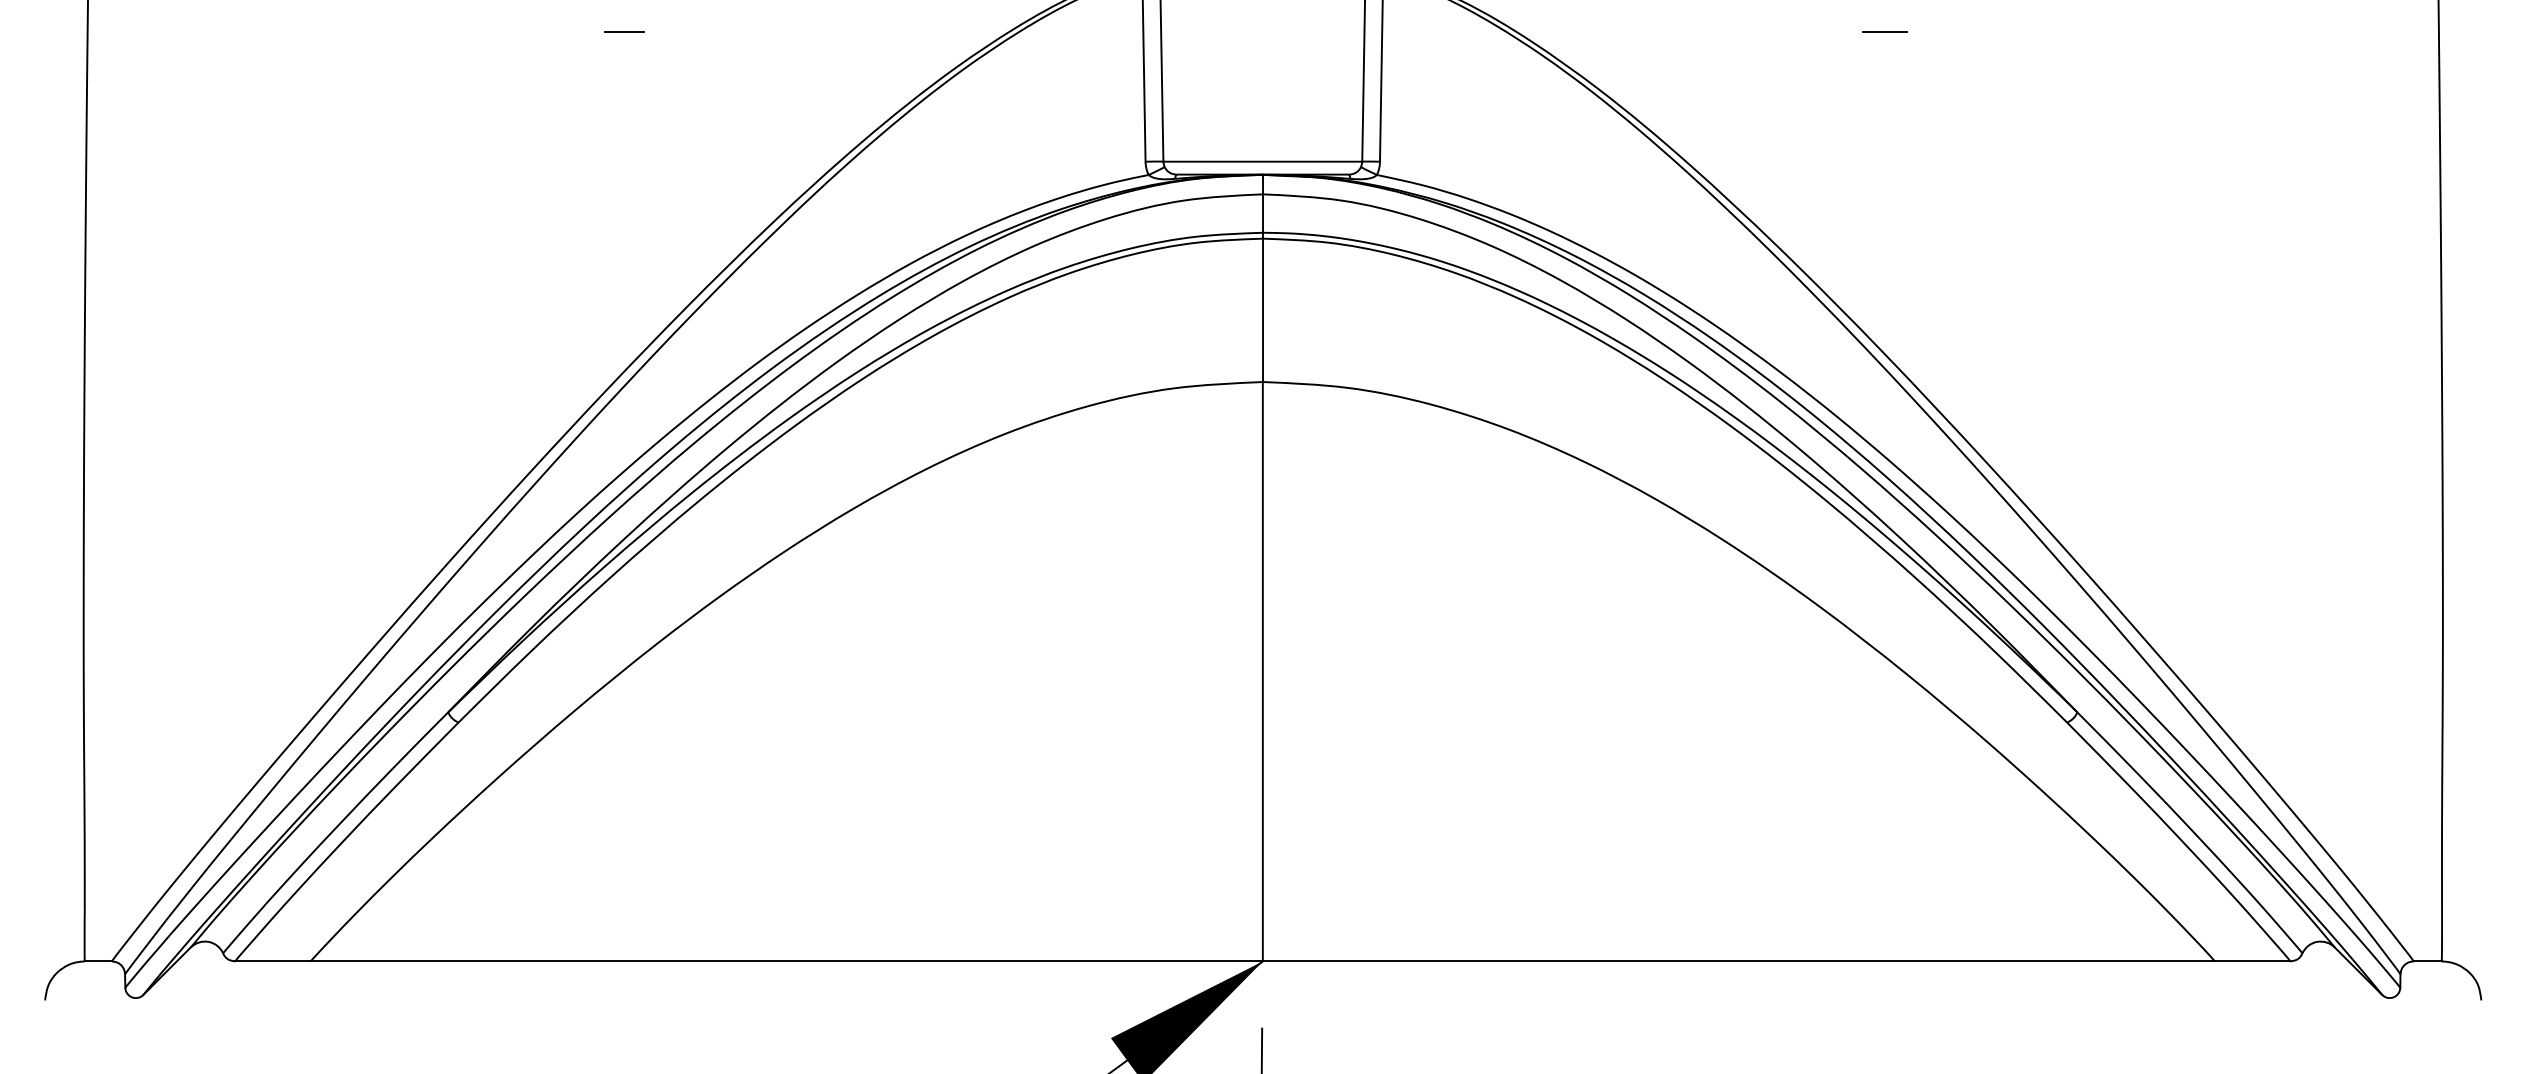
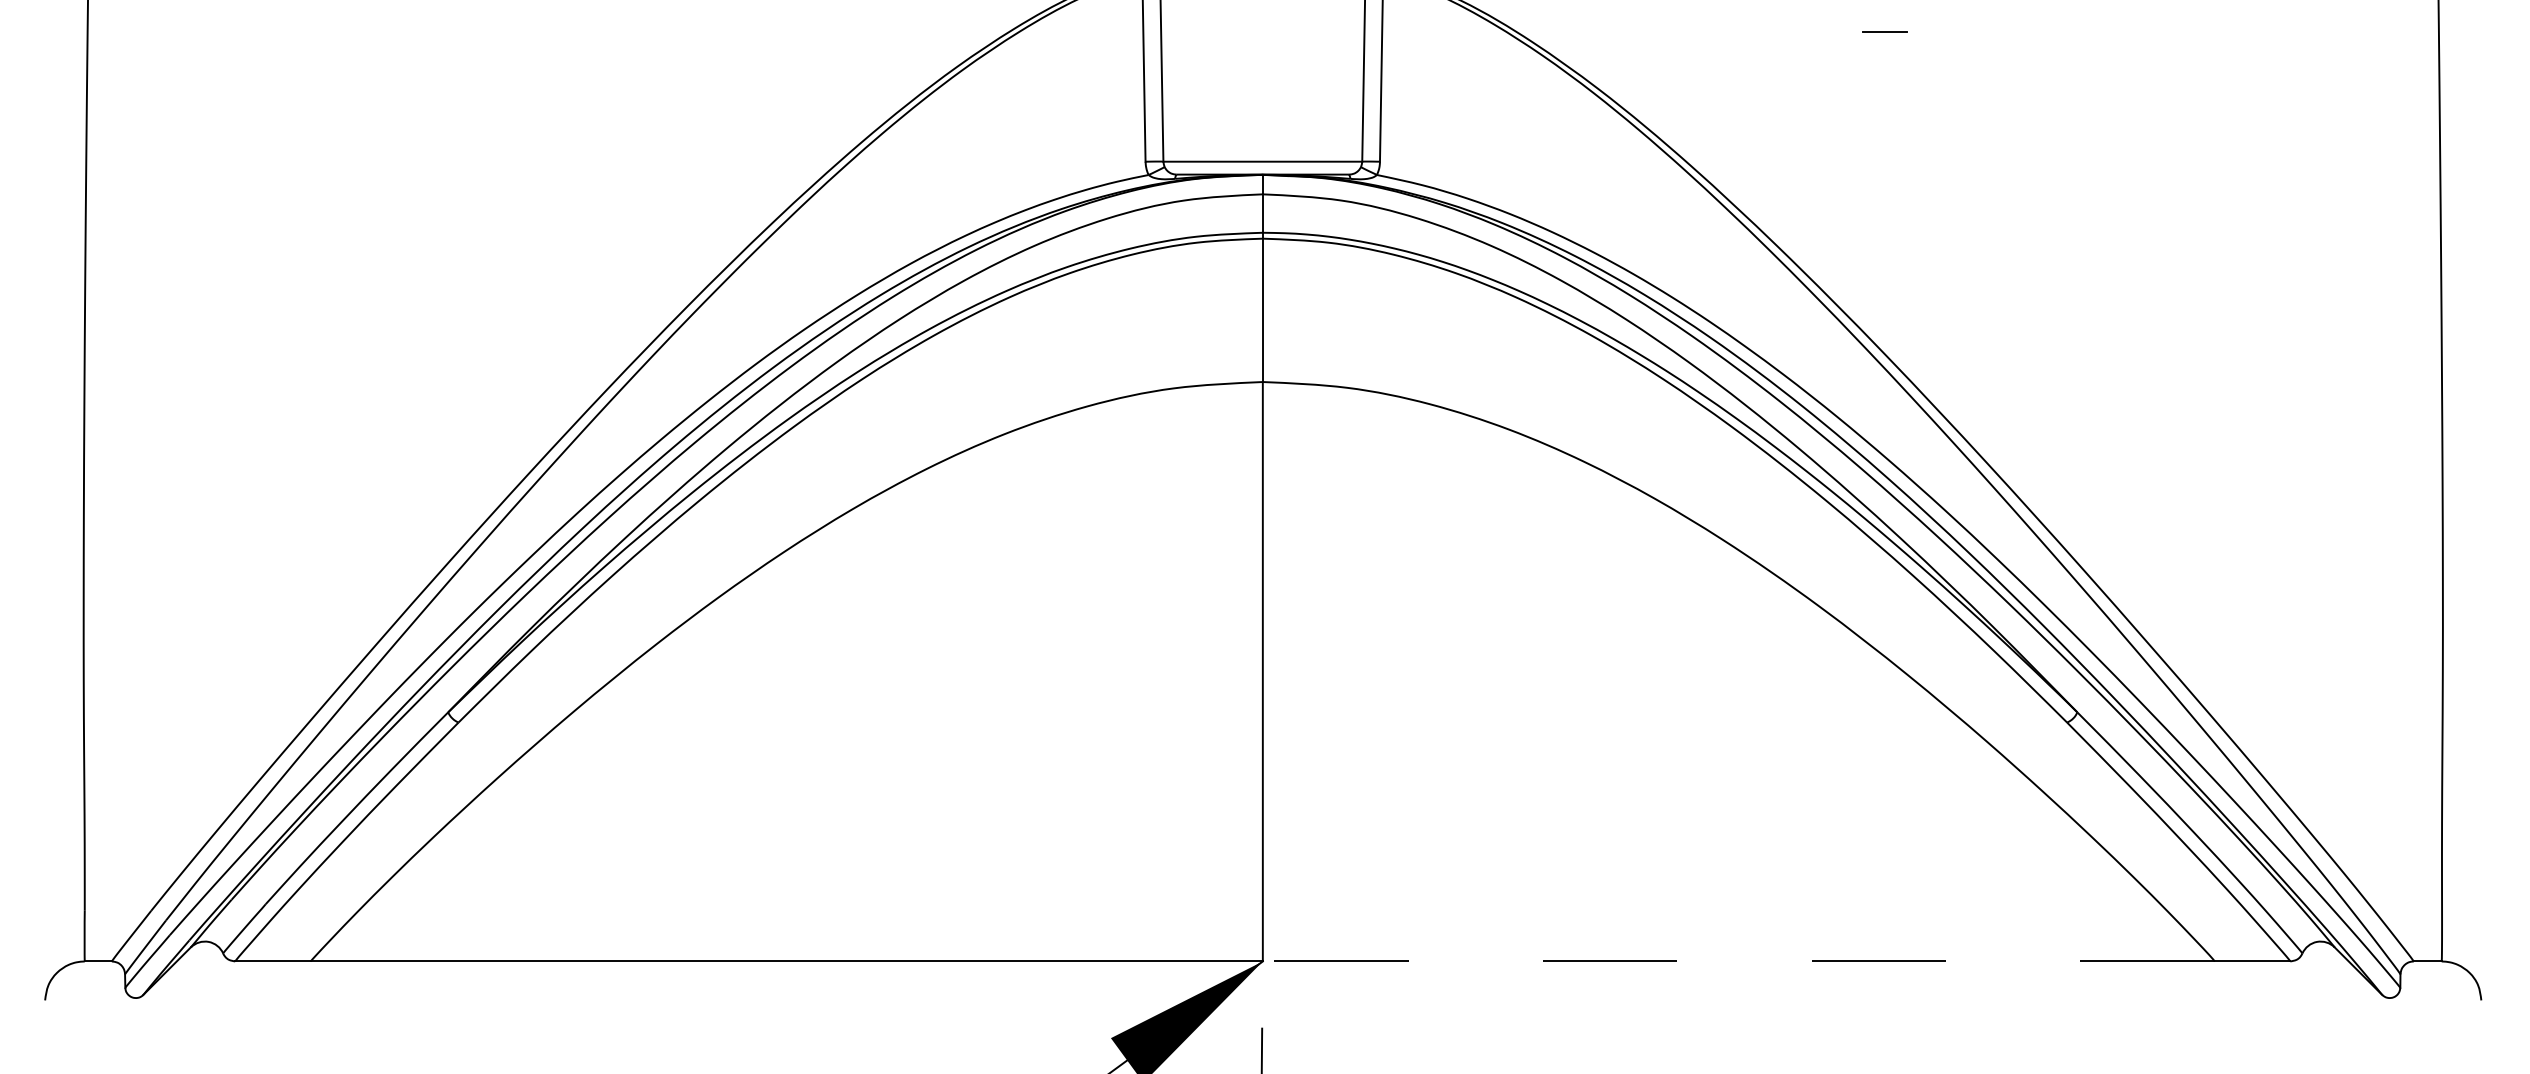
line at (624, 31): present -> none
line at (1738, 961): solid -> dashed
